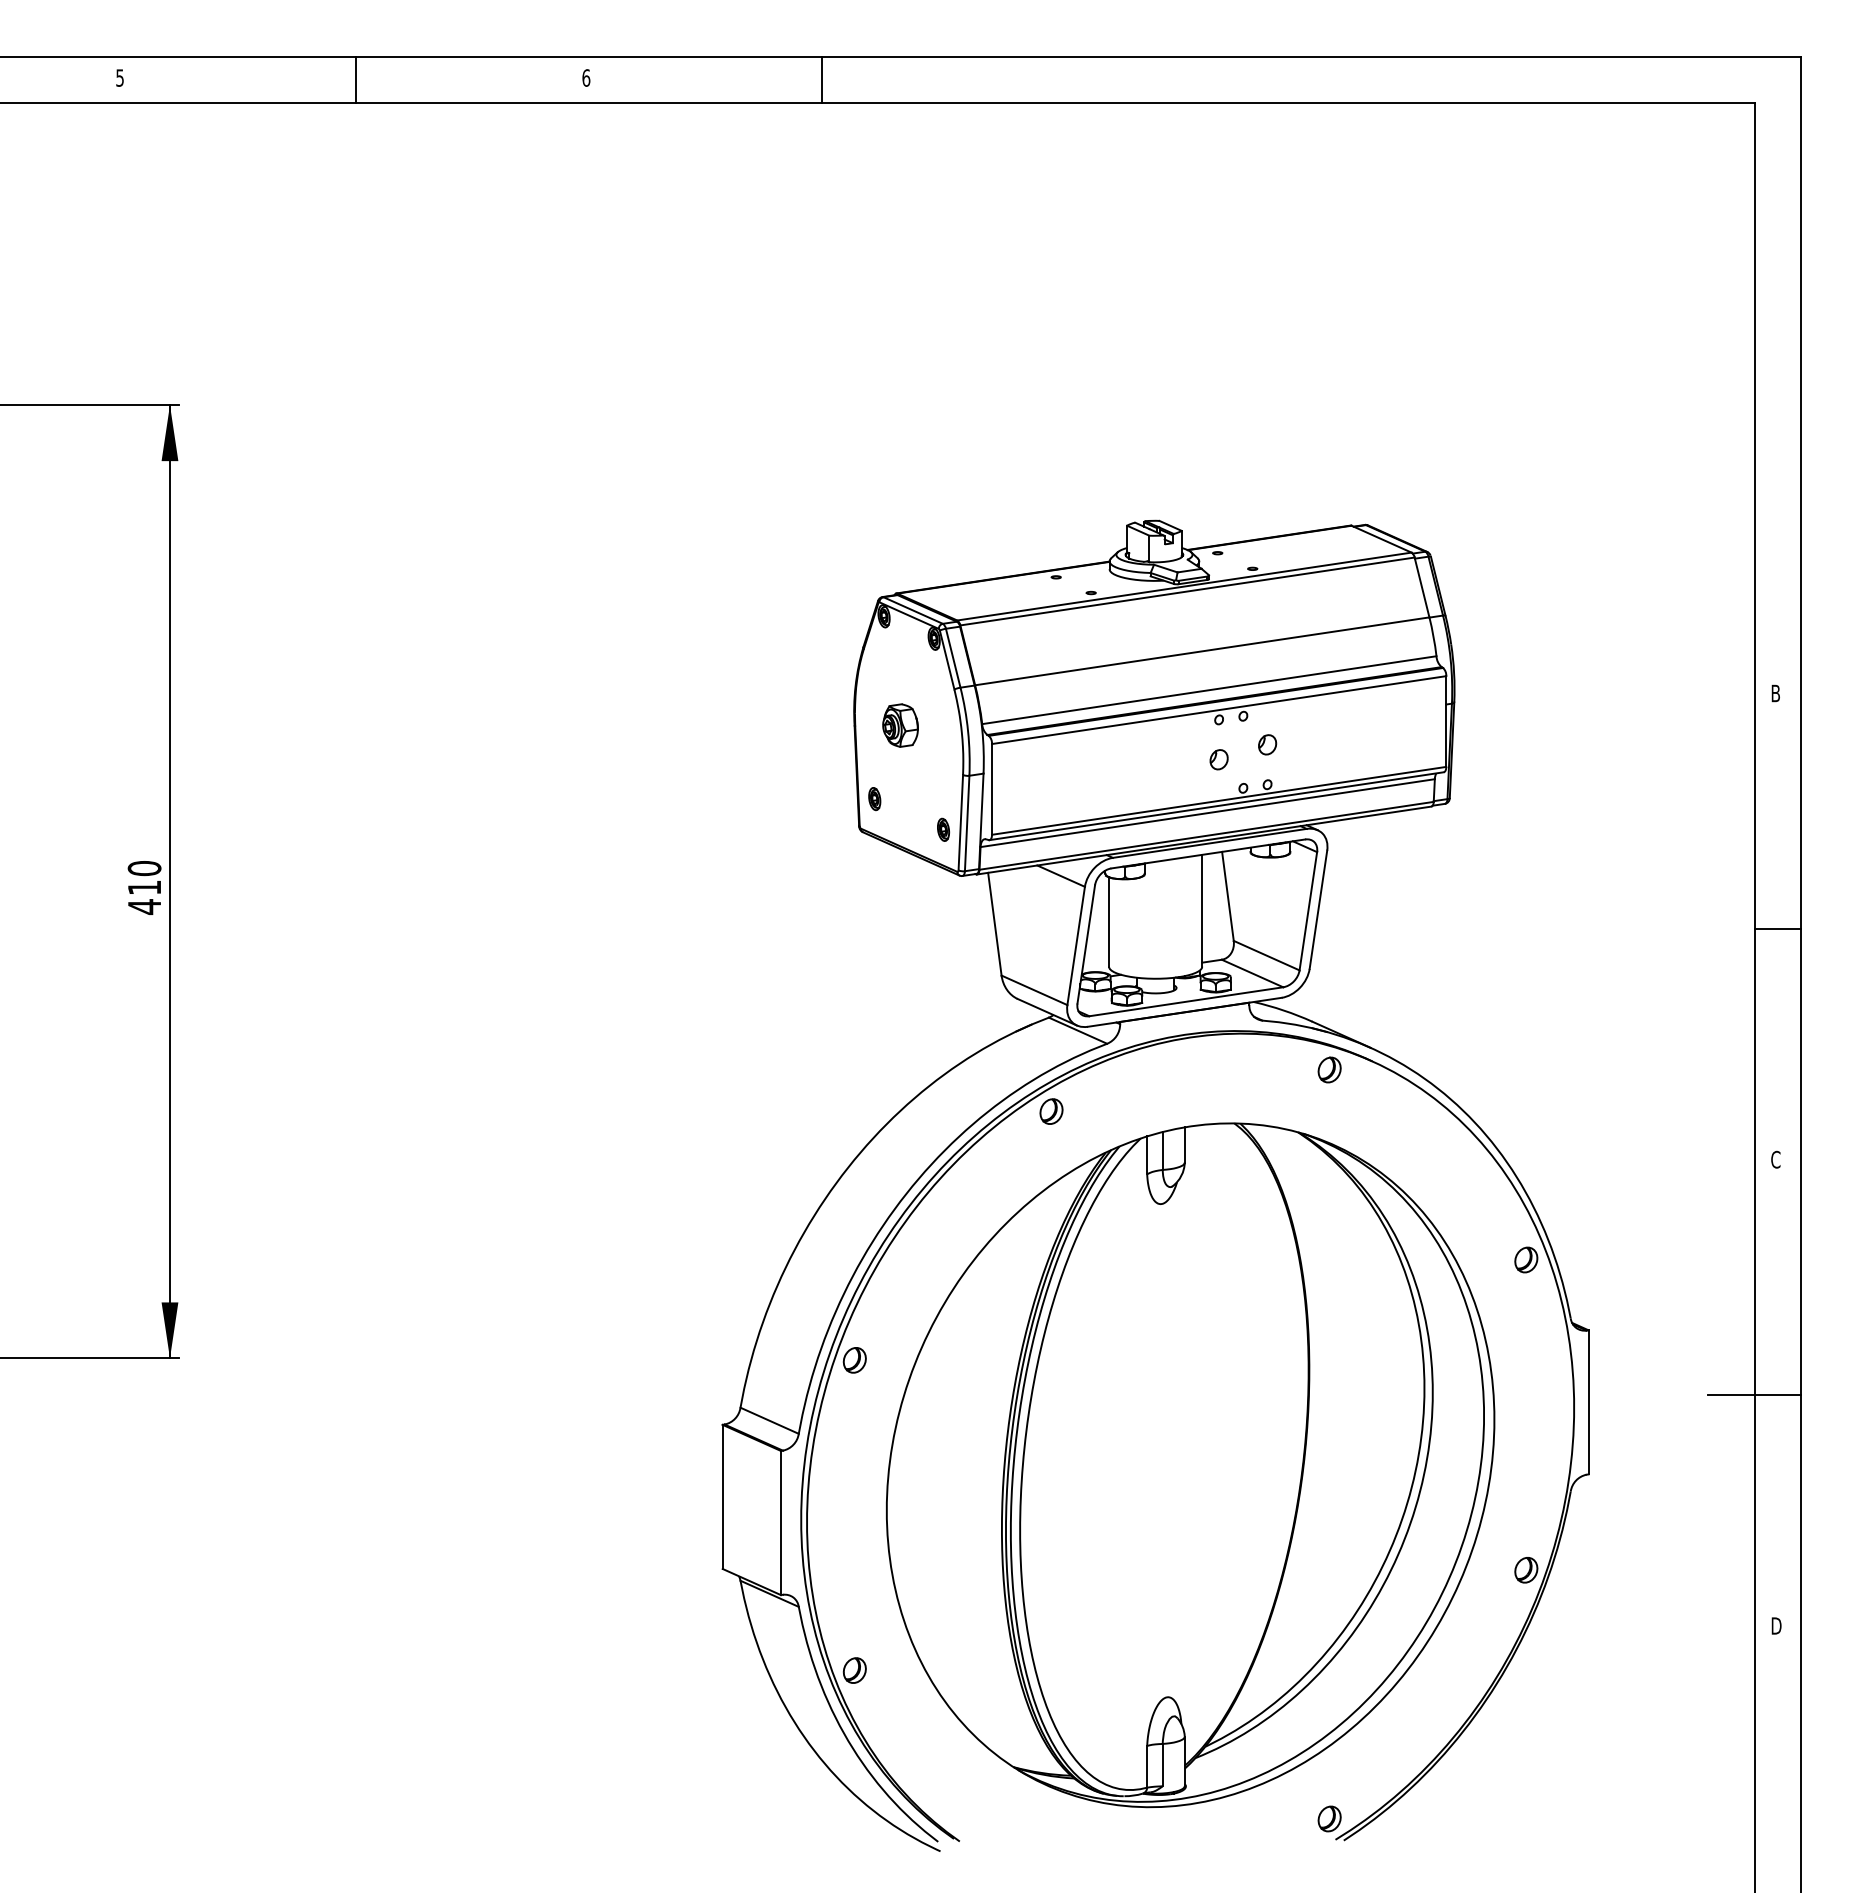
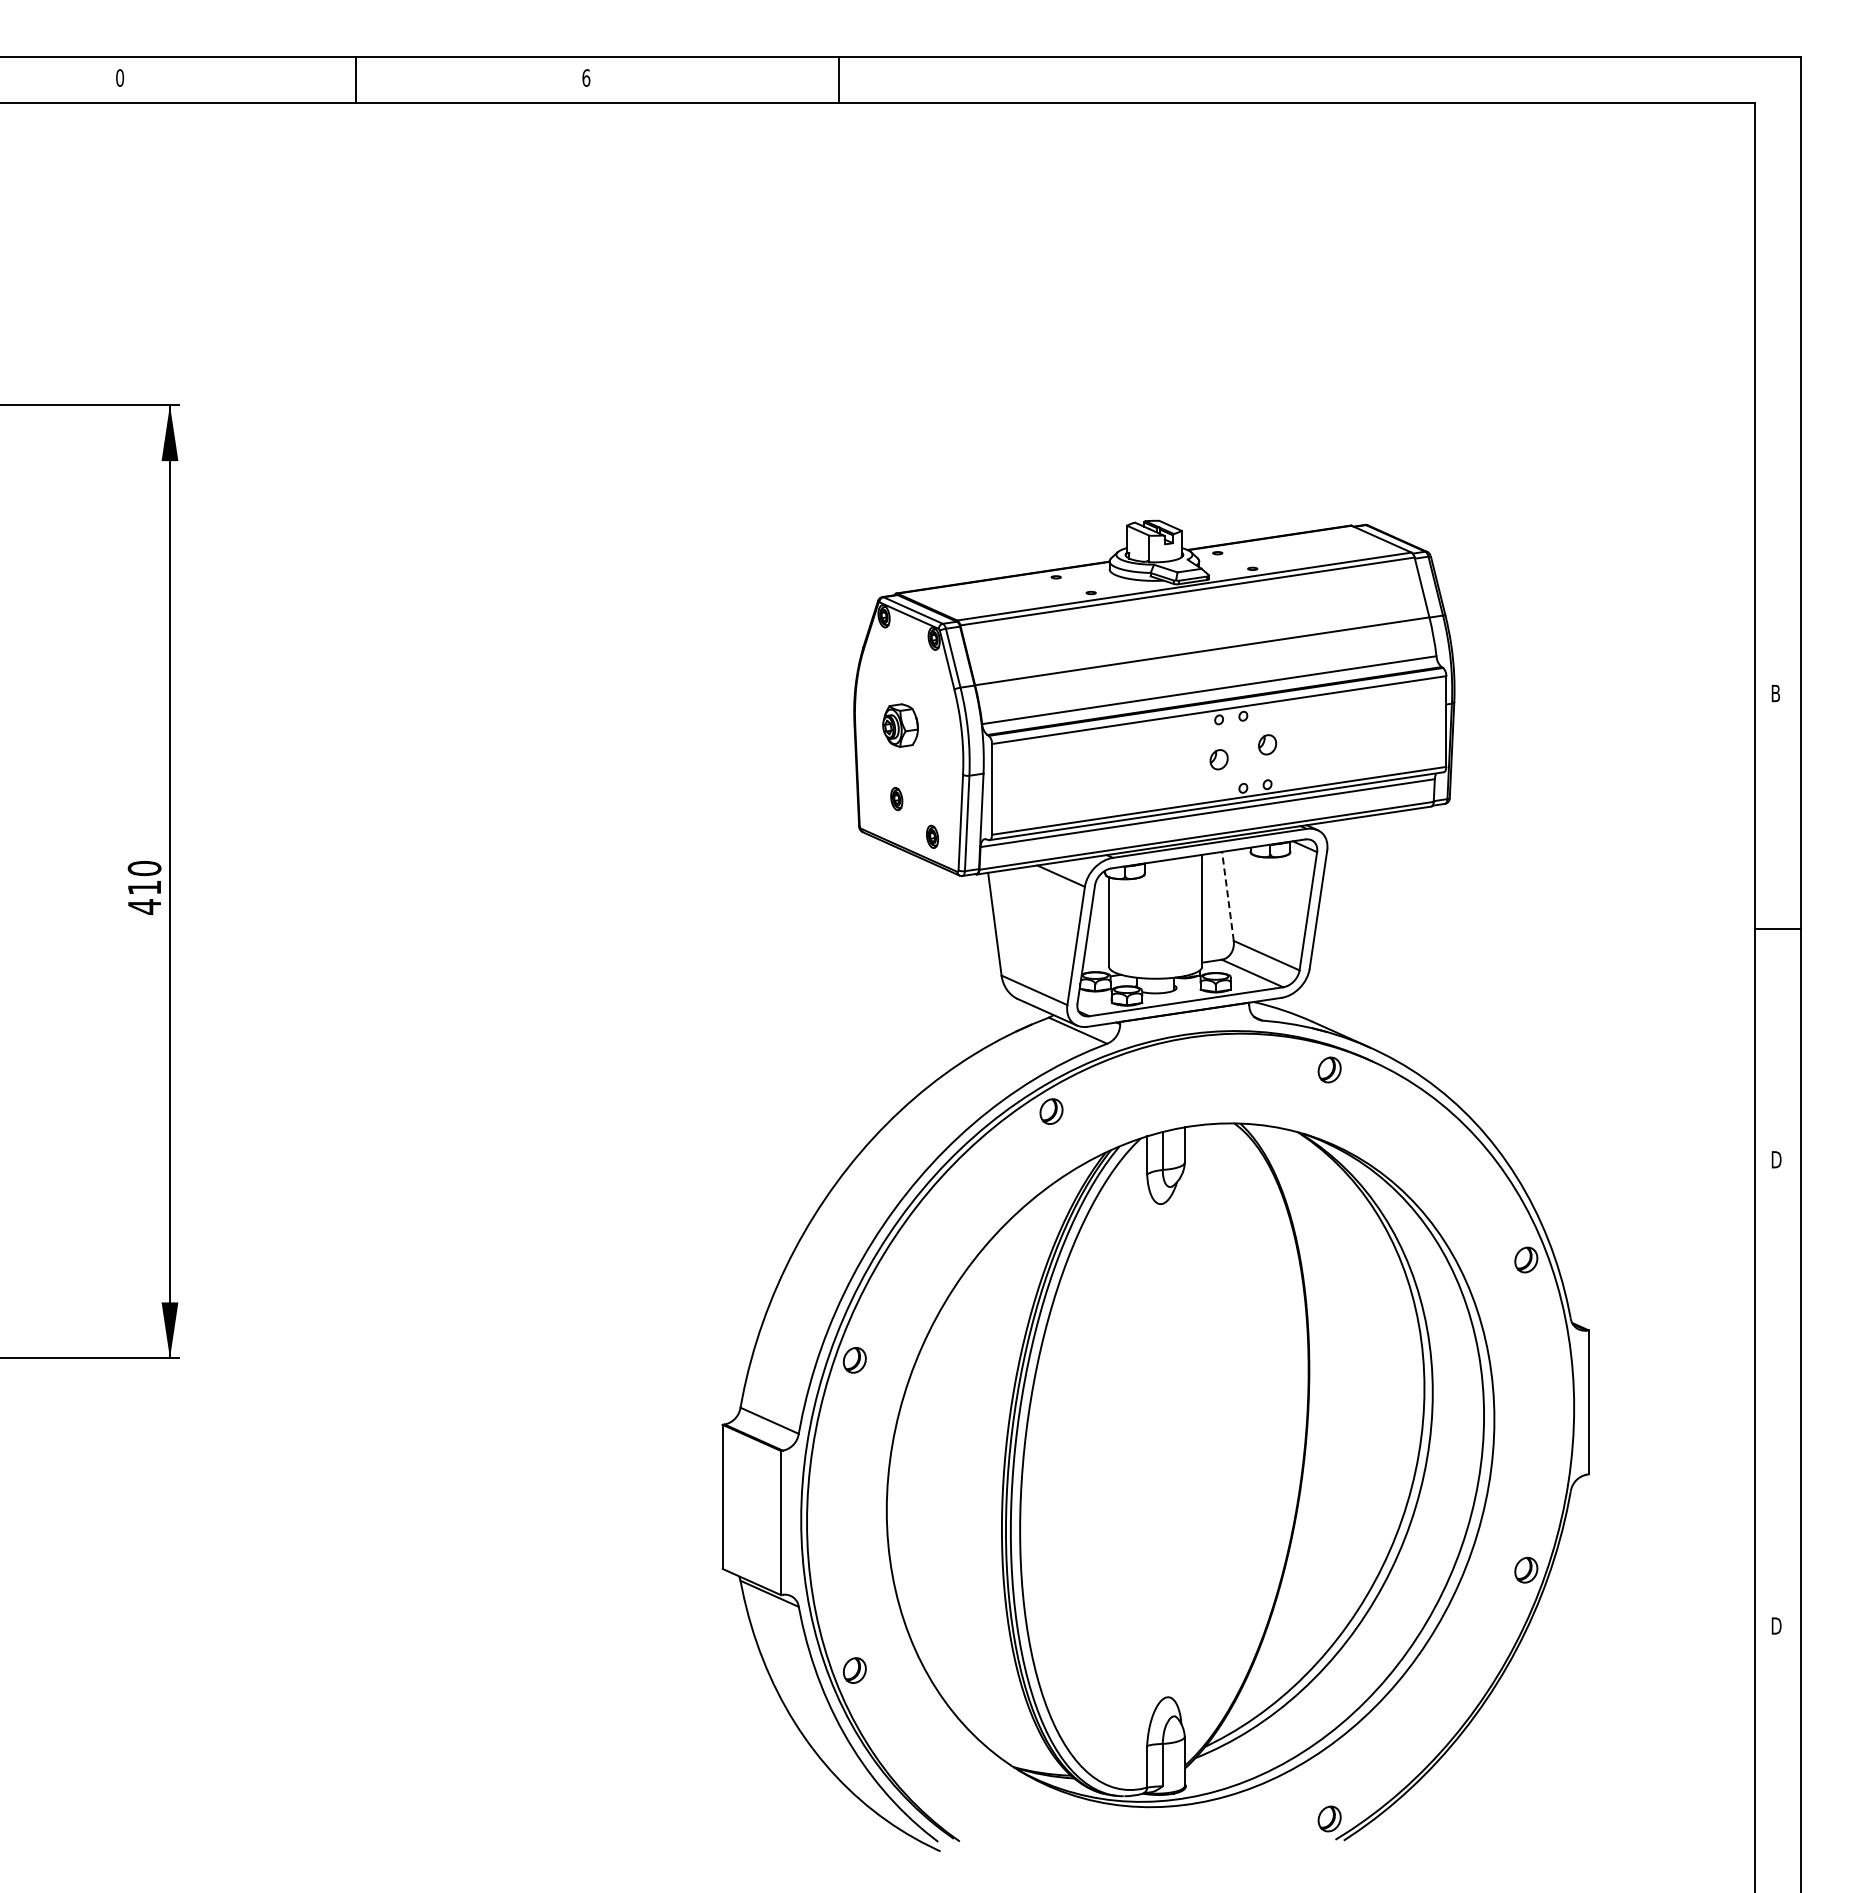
text at (120, 77): 5 -> 0
line at (822, 79) position: (822, 79) -> (839, 79)
part at (874, 799) position: (874, 799) -> (896, 799)
part at (943, 829) position: (943, 829) -> (932, 836)
line at (1227, 896): solid -> dashed
text at (1776, 1159): C -> D
line at (1754, 1394): present -> none
